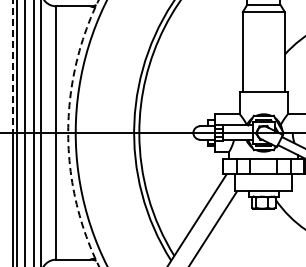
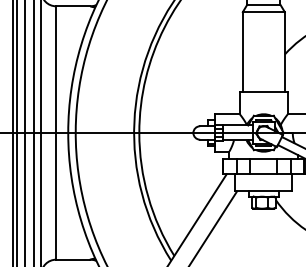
line at (12, 67): dashed -> solid
arc at (68, 133): dashed -> solid
